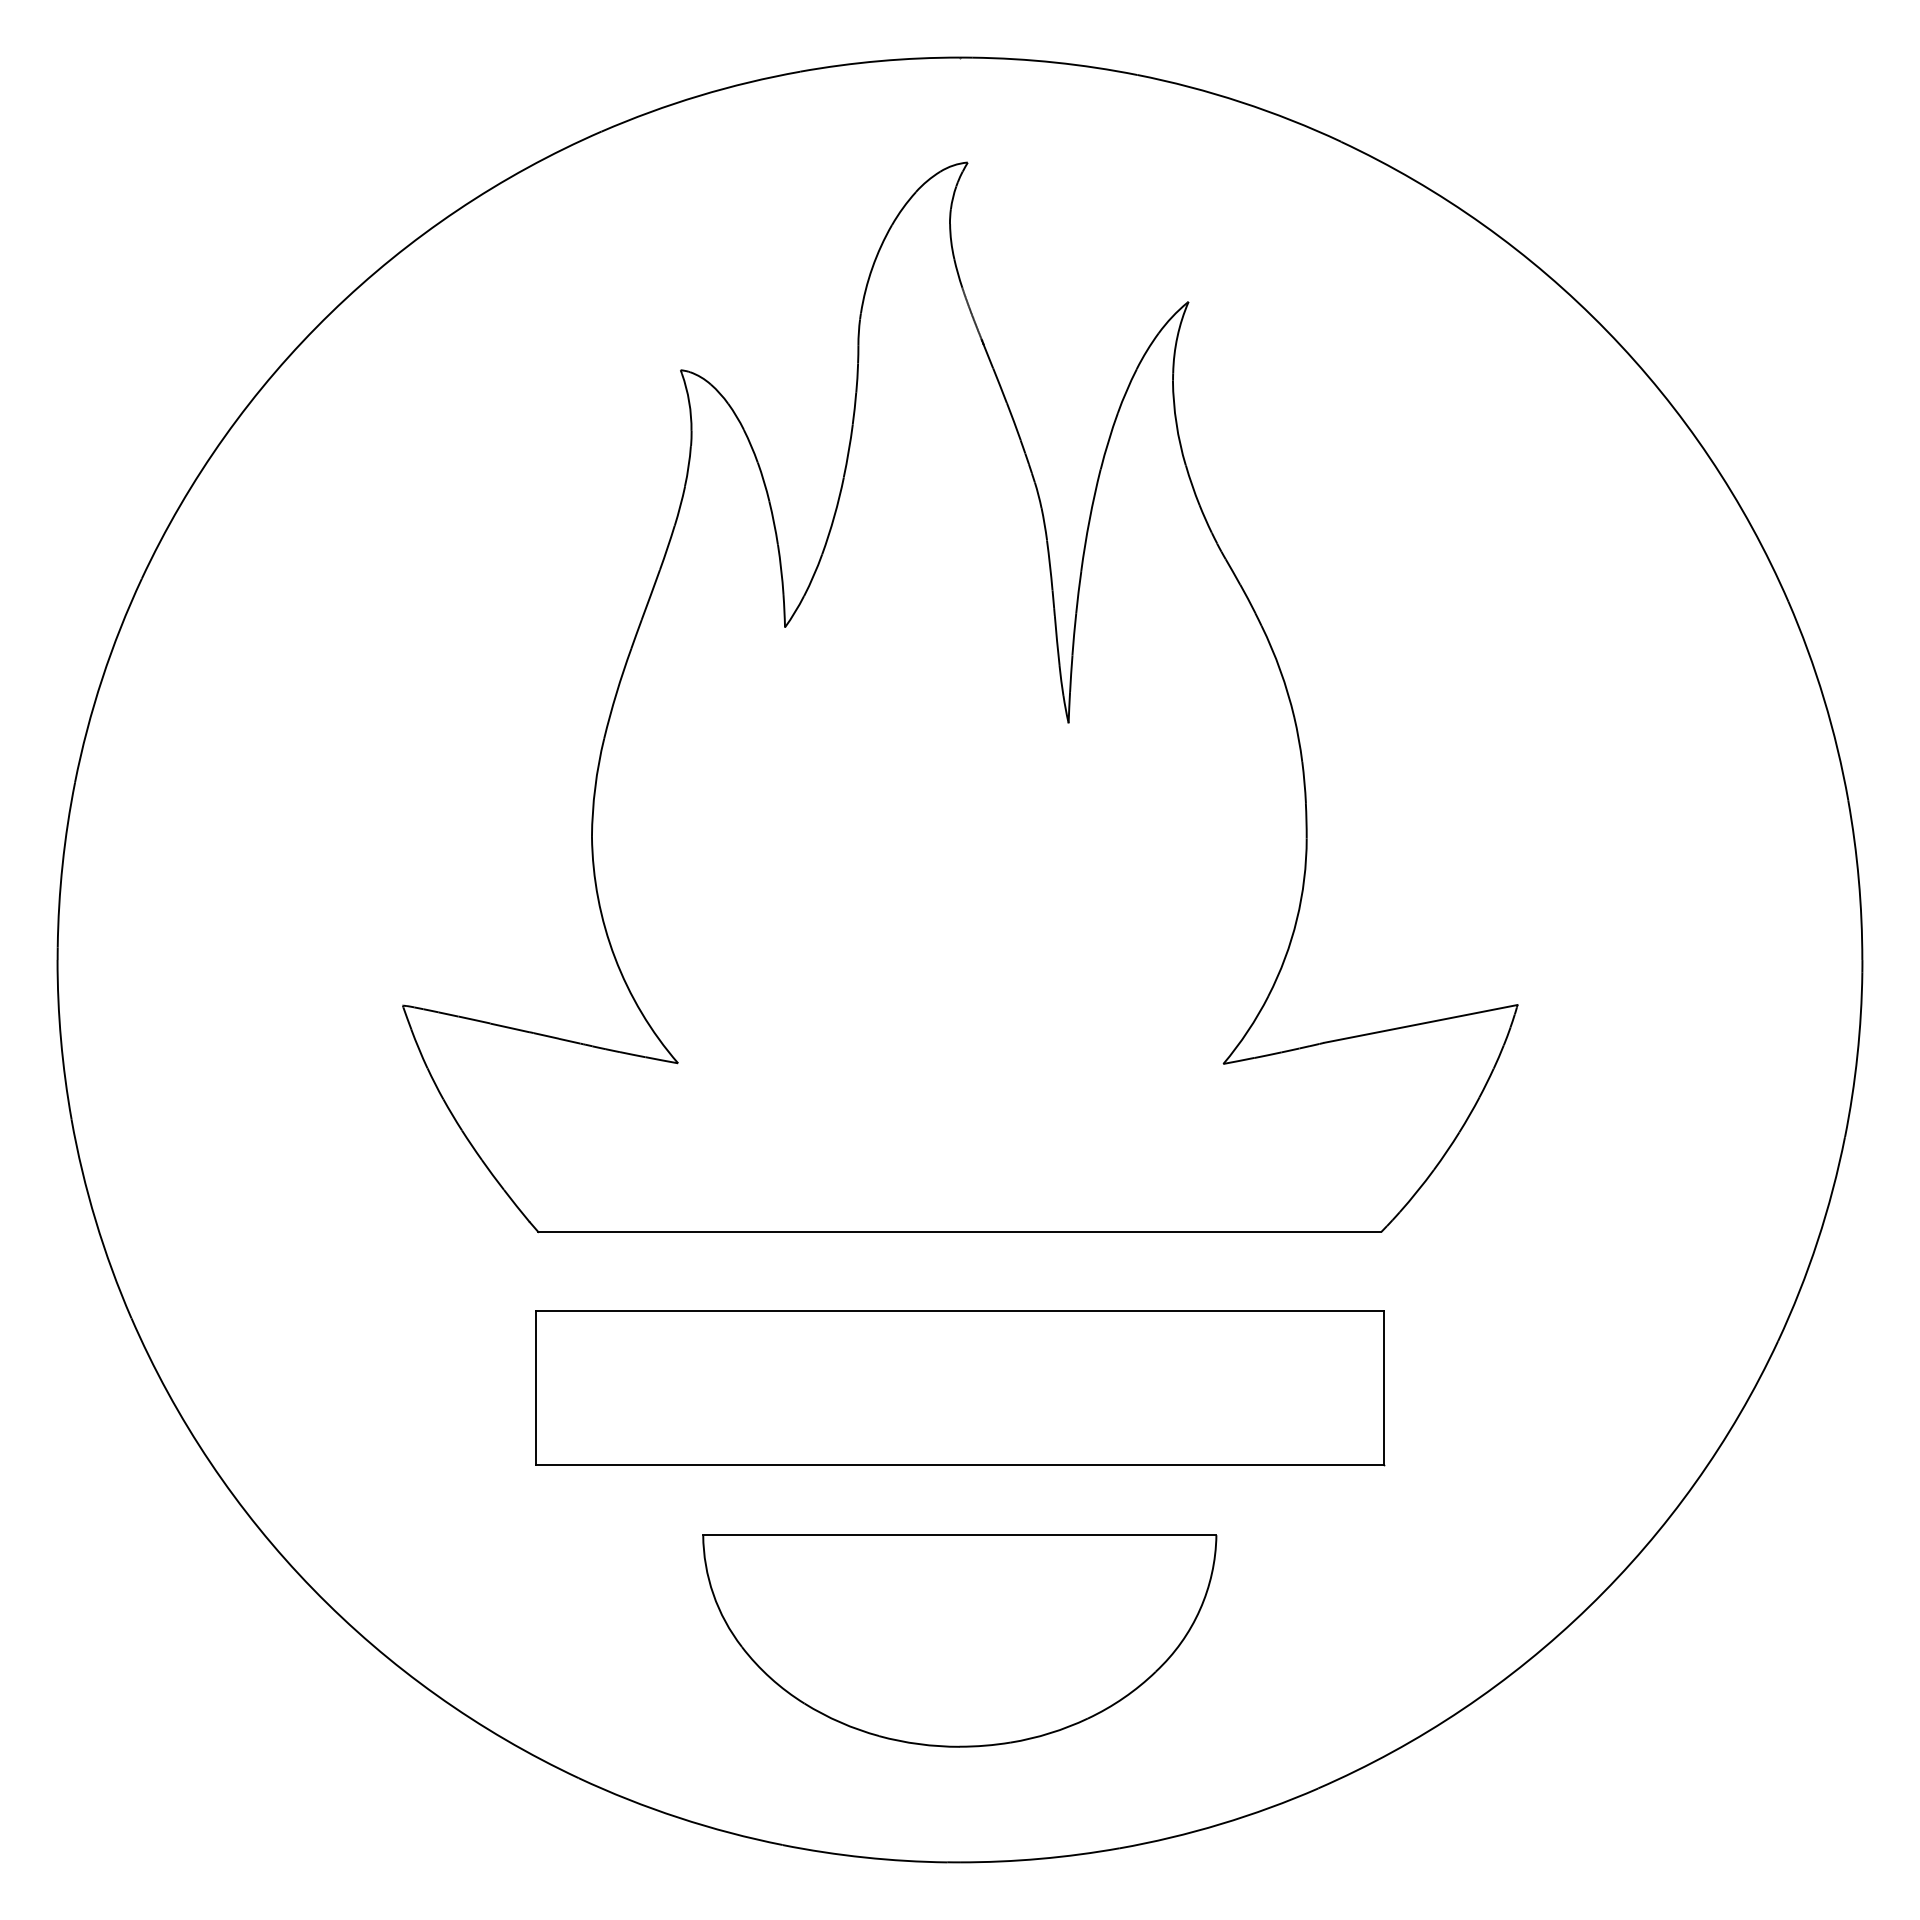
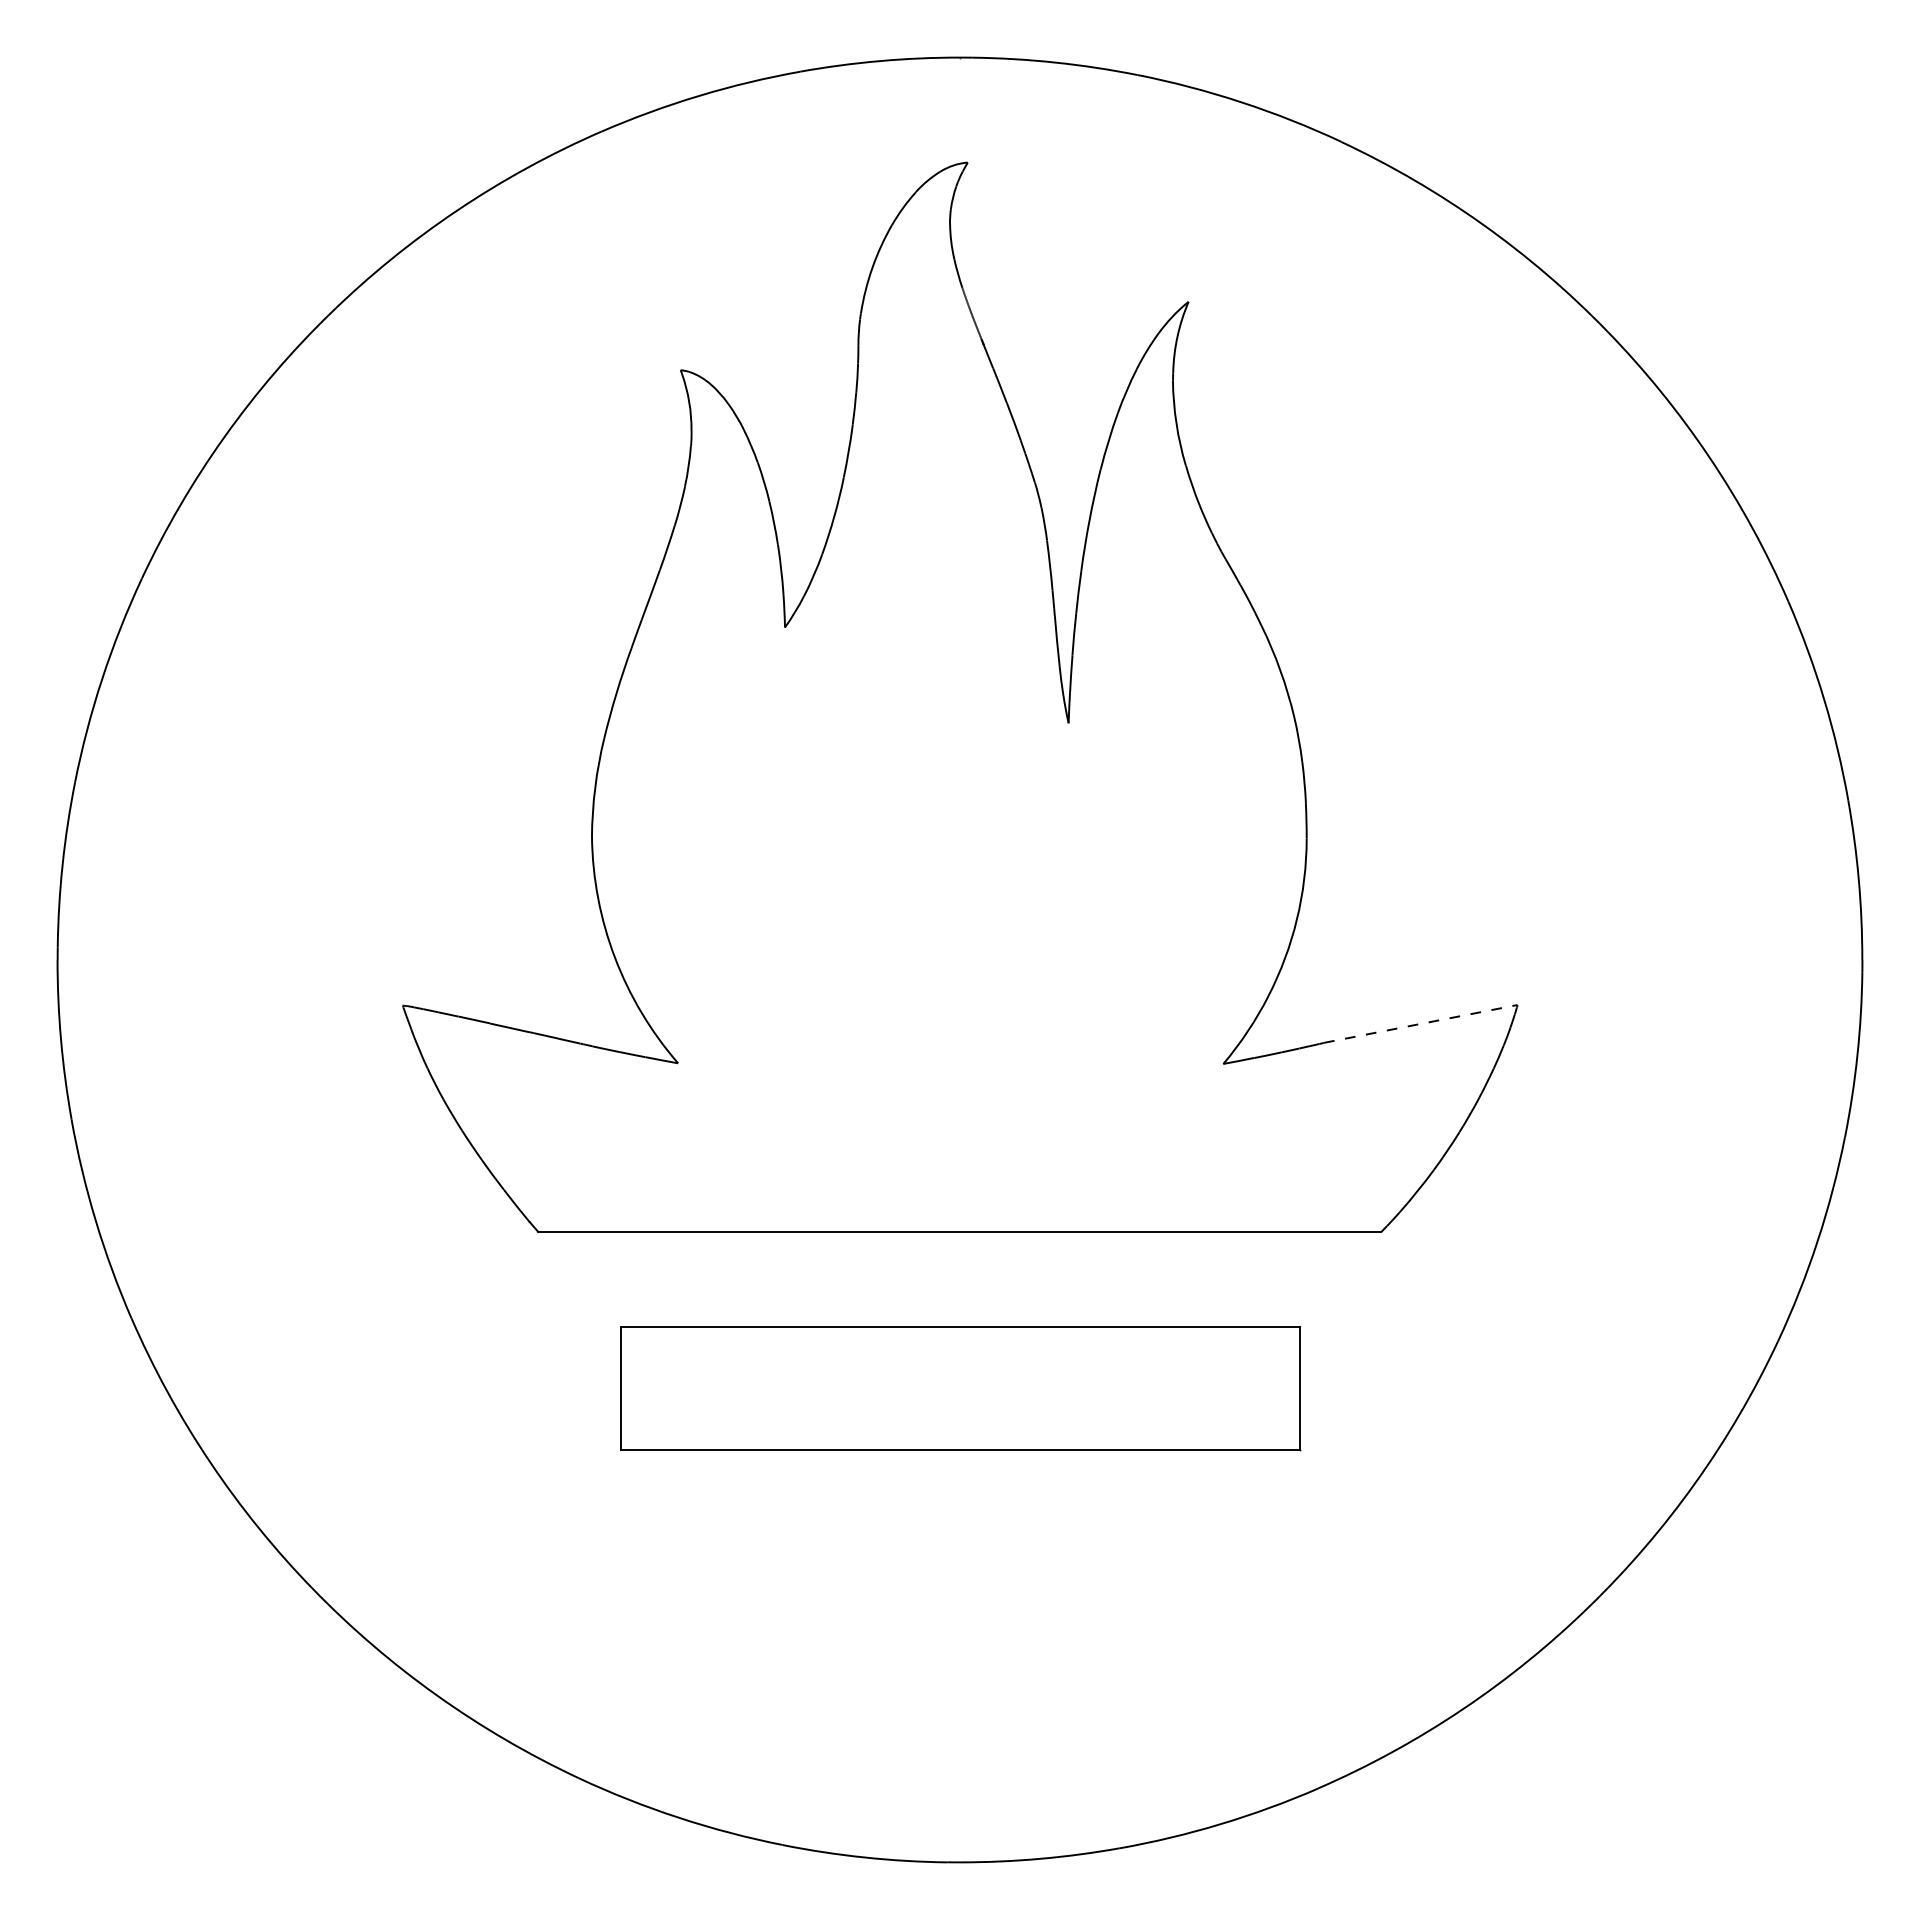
line at (1420, 1023): solid -> dashed
part at (960, 1388) size: 851x157 px -> 682x126 px
part at (959, 1640): present -> none
